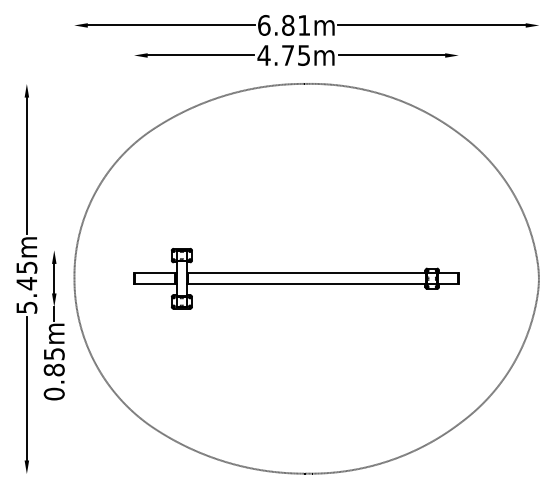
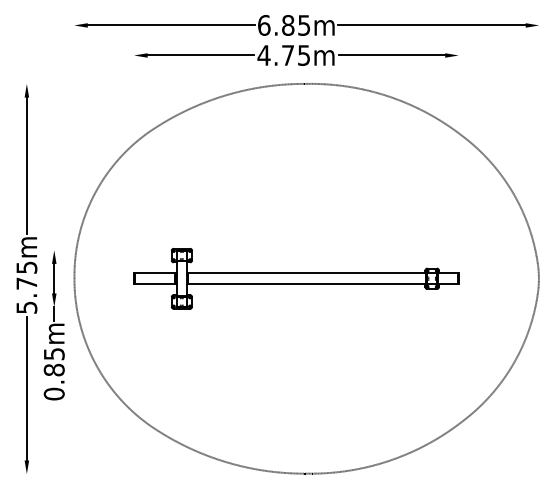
text at (303, 25): 6.81m -> 6.85m
text at (26, 283): 5.45m -> 5.75m
